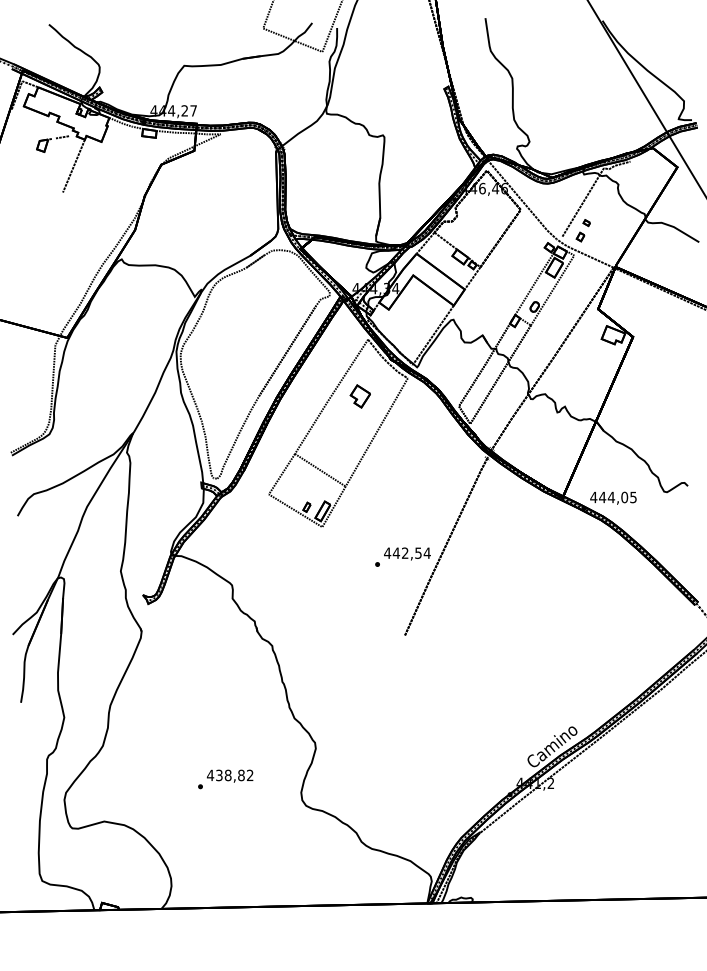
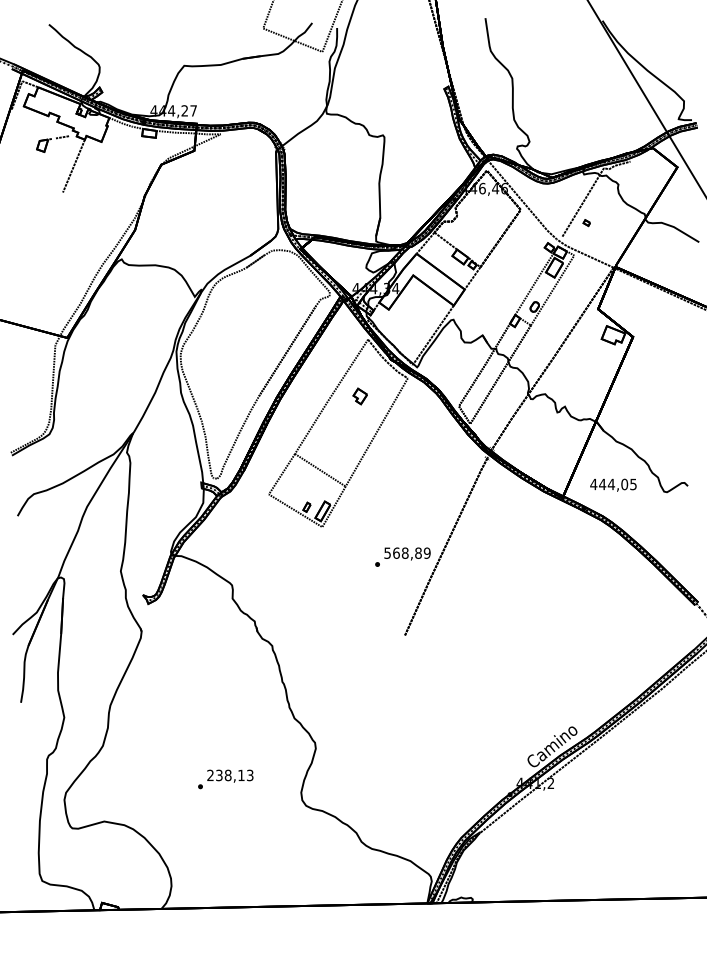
part at (580, 236): present -> none
part at (359, 396) size: 22x25 px -> 16x19 px
text at (613, 497) position: (613, 497) -> (613, 484)
text at (407, 552): 442,54 -> 568,89
text at (229, 775): 438,82 -> 238,13
